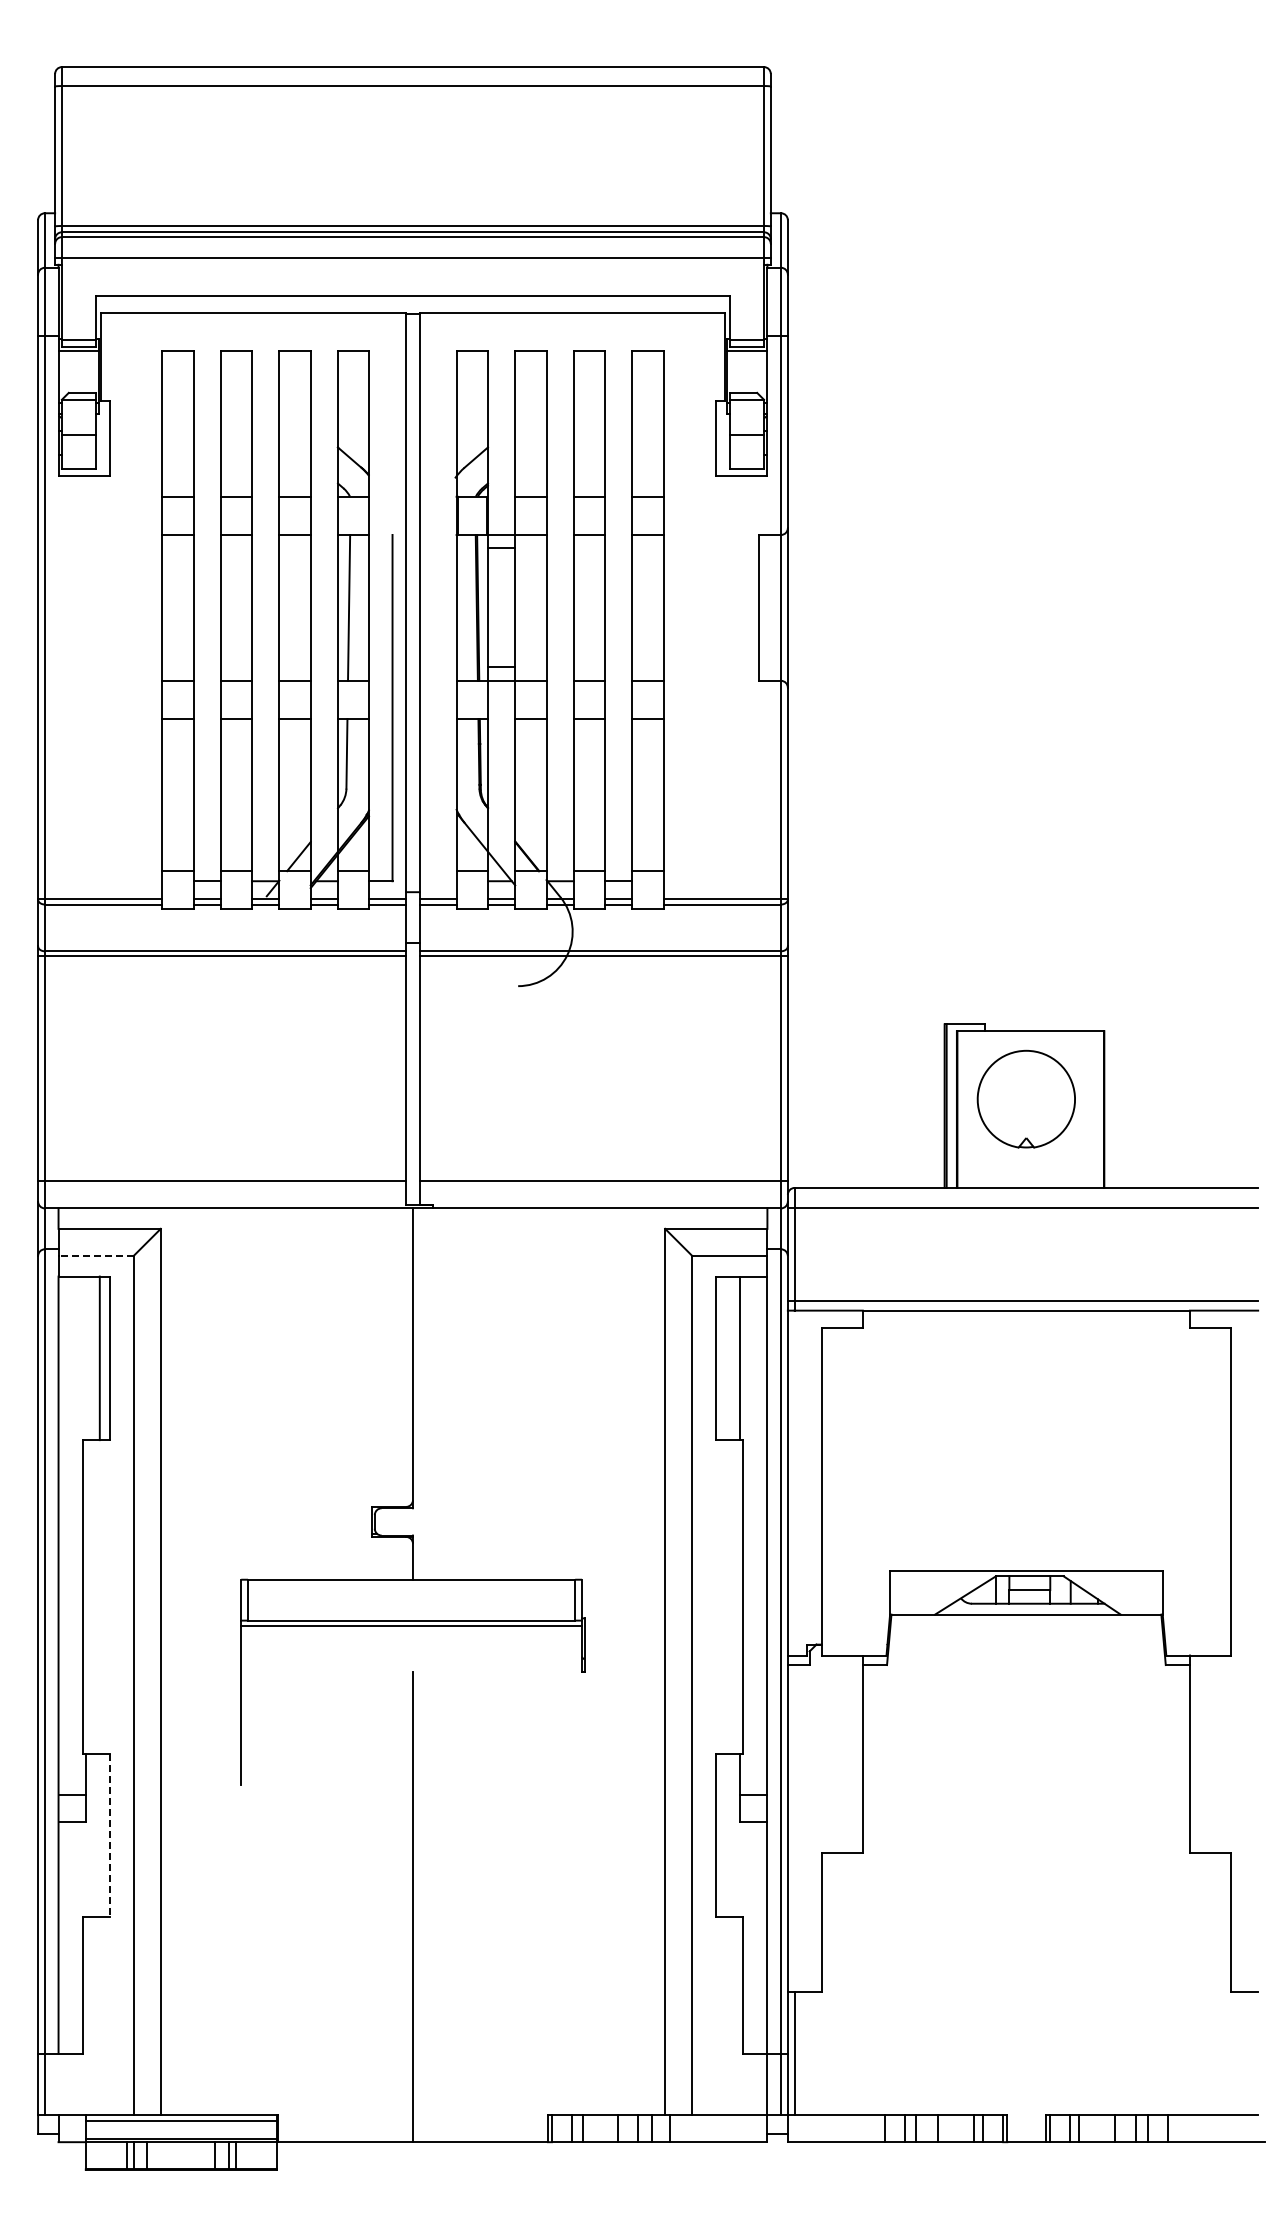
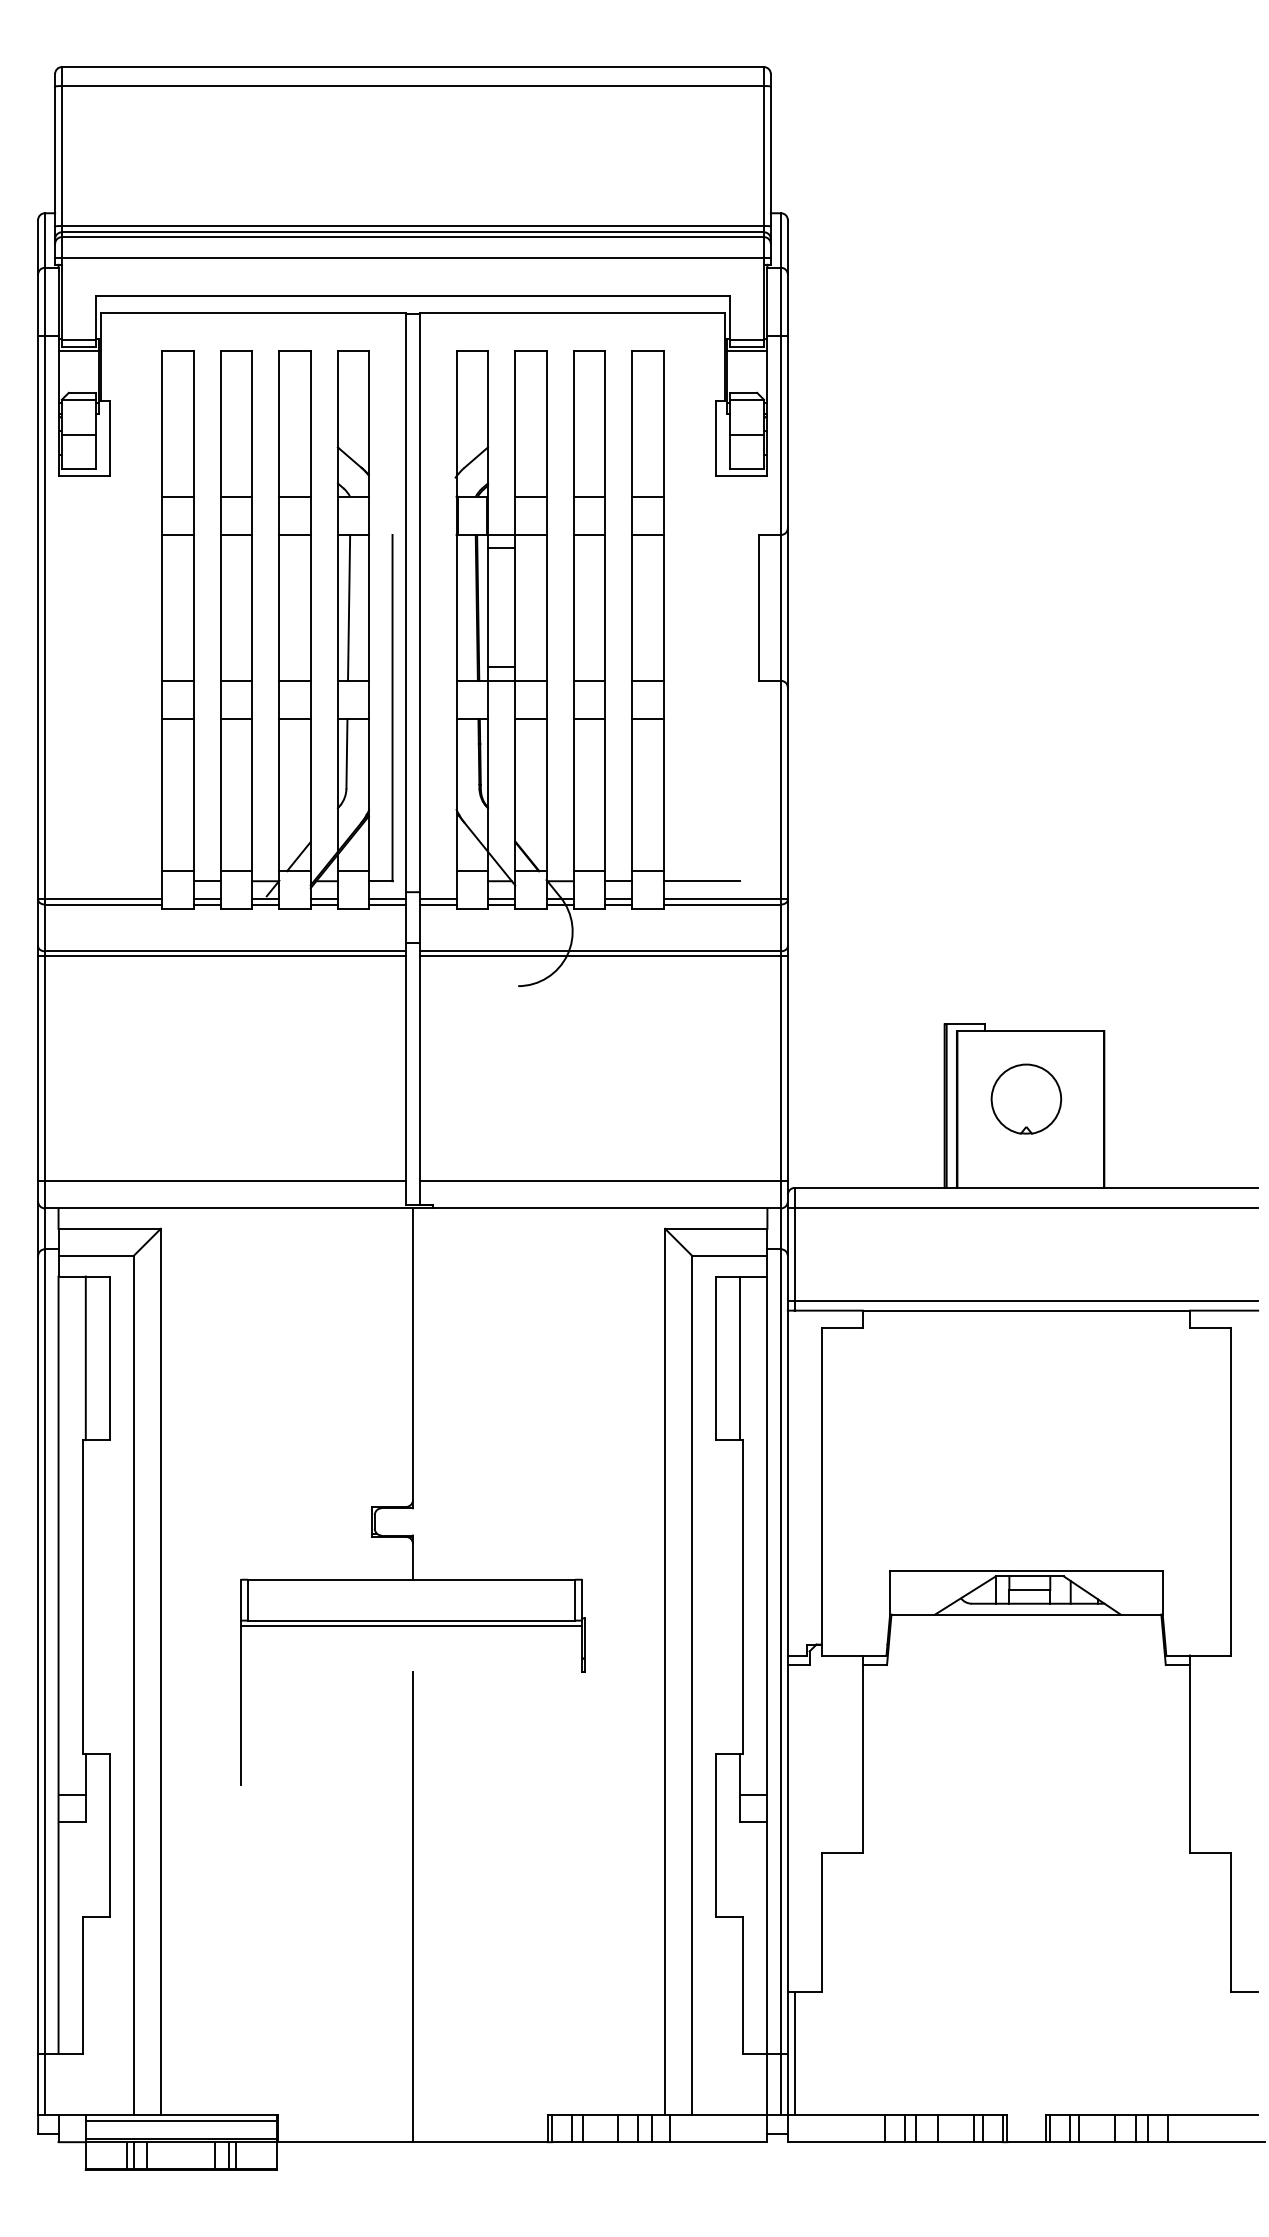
line at (701, 881): none -> present
part at (1025, 1098) size: 100x100 px -> 73x72 px
line at (95, 1256): dashed -> solid
line at (99, 1358) position: (99, 1358) -> (85, 1358)
line at (110, 1835): dashed -> solid
